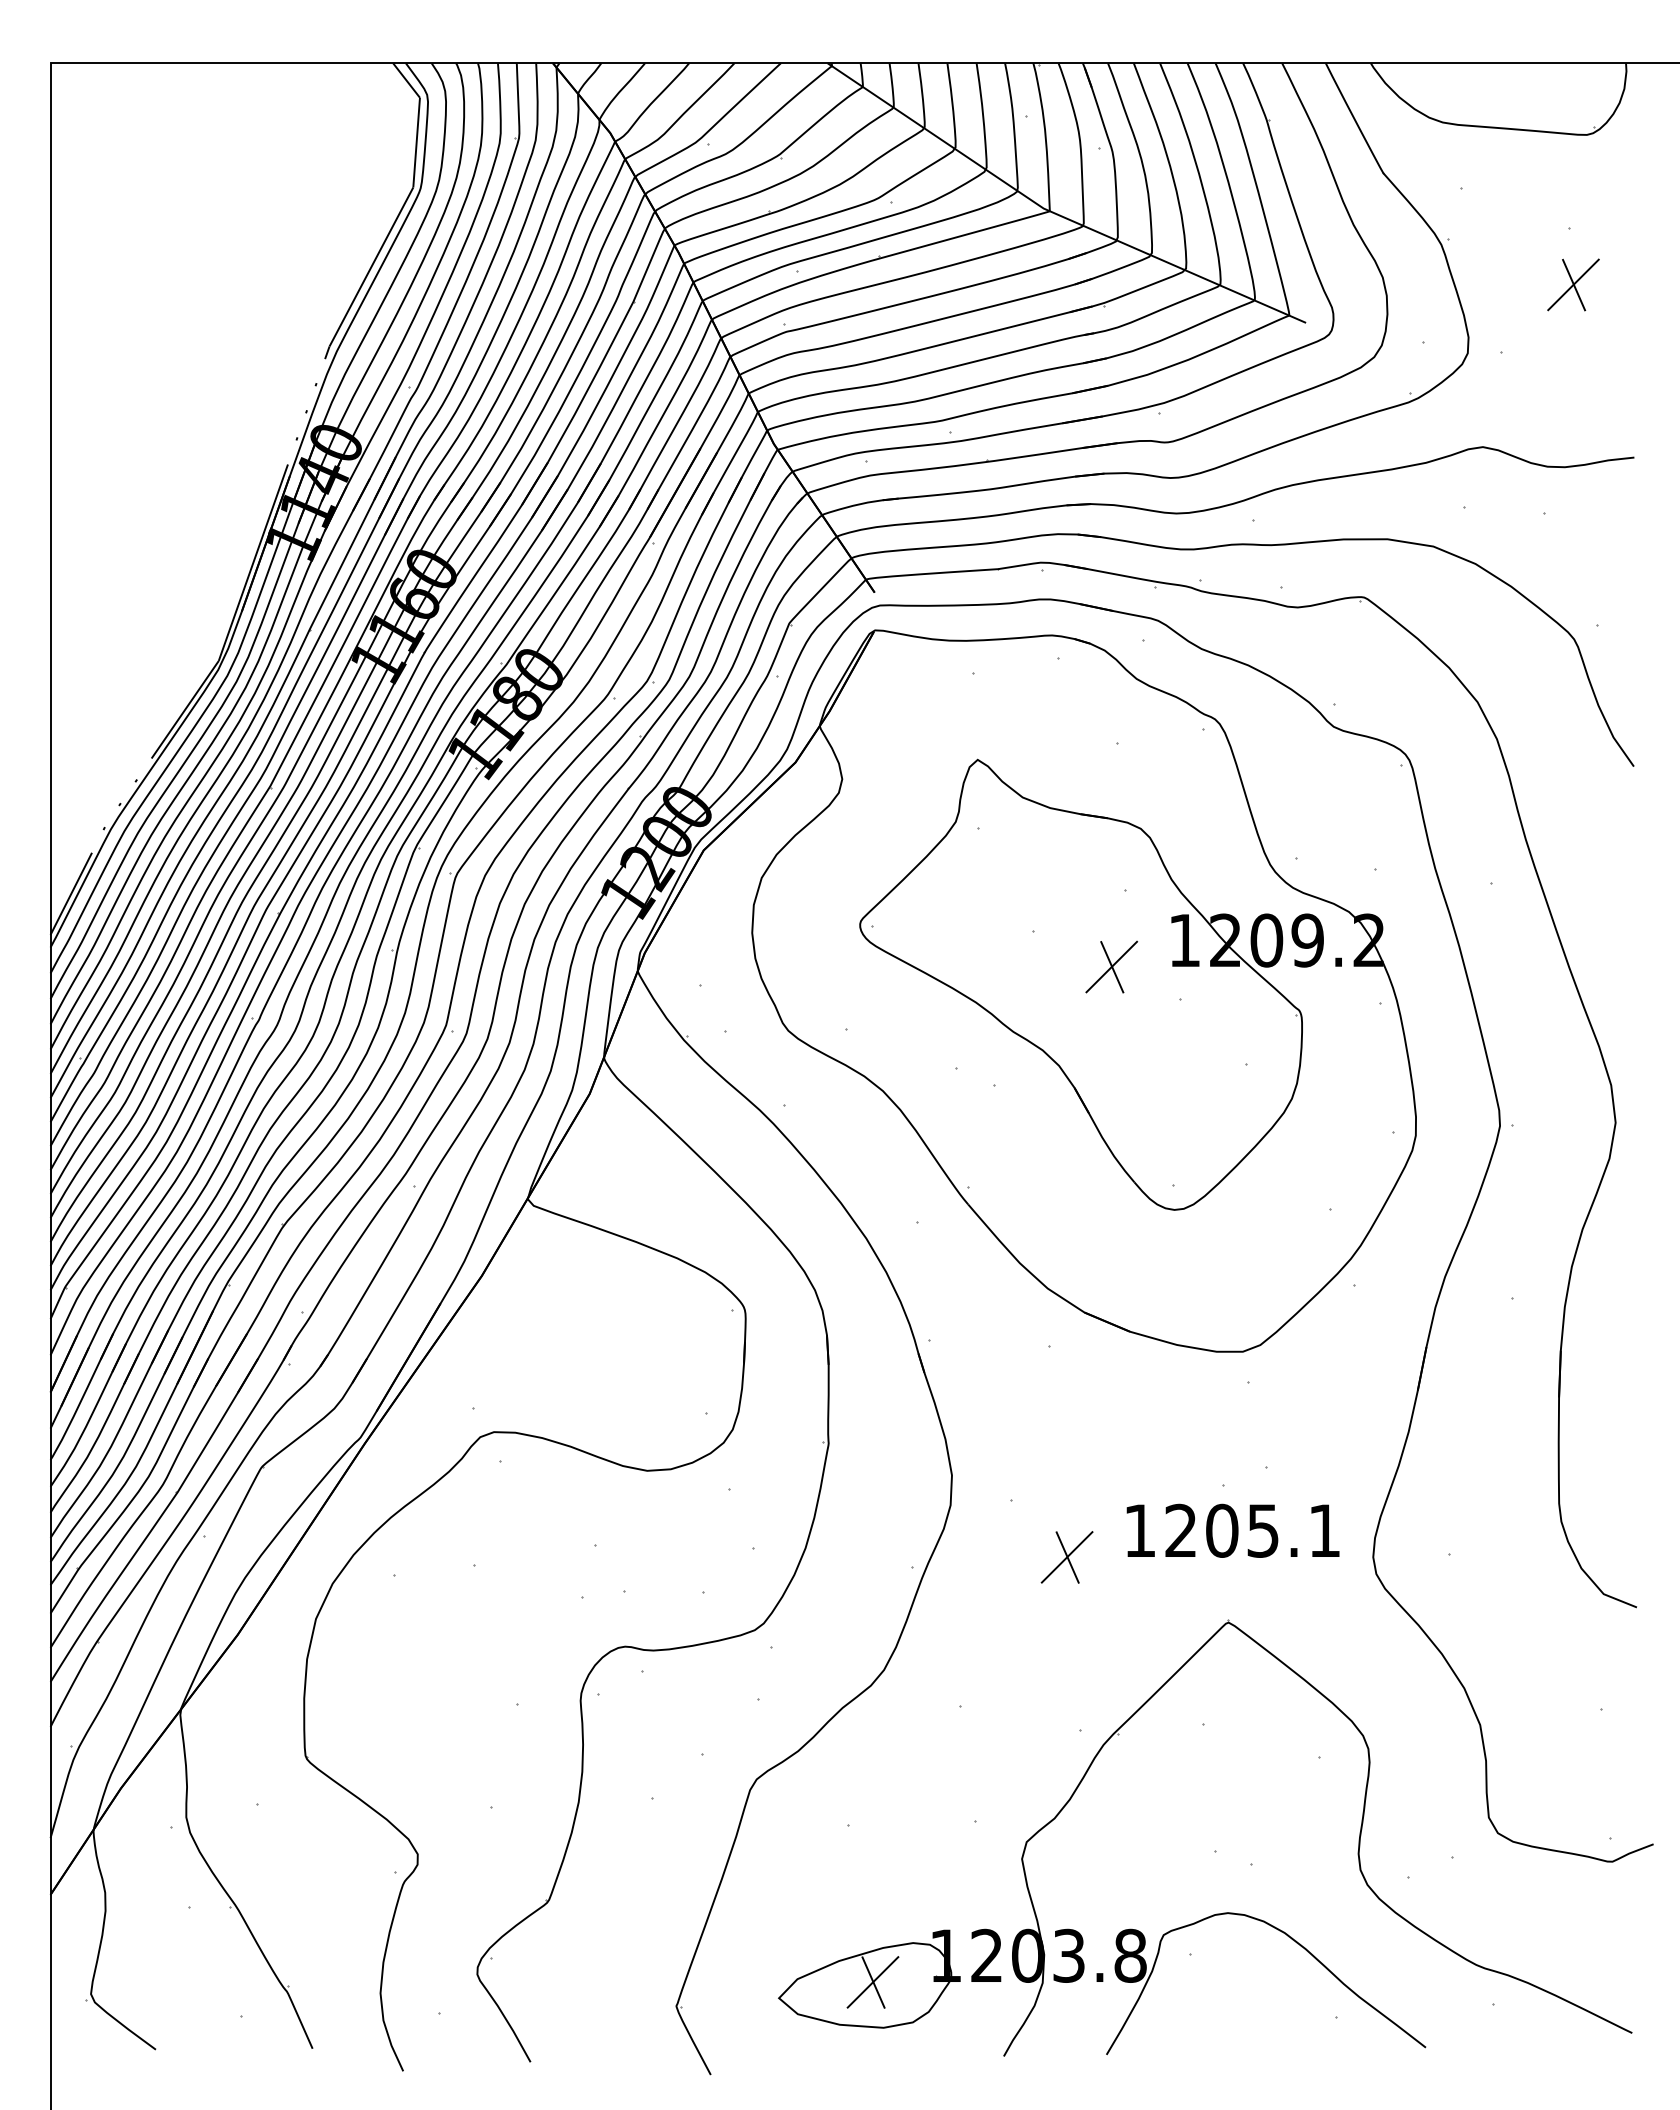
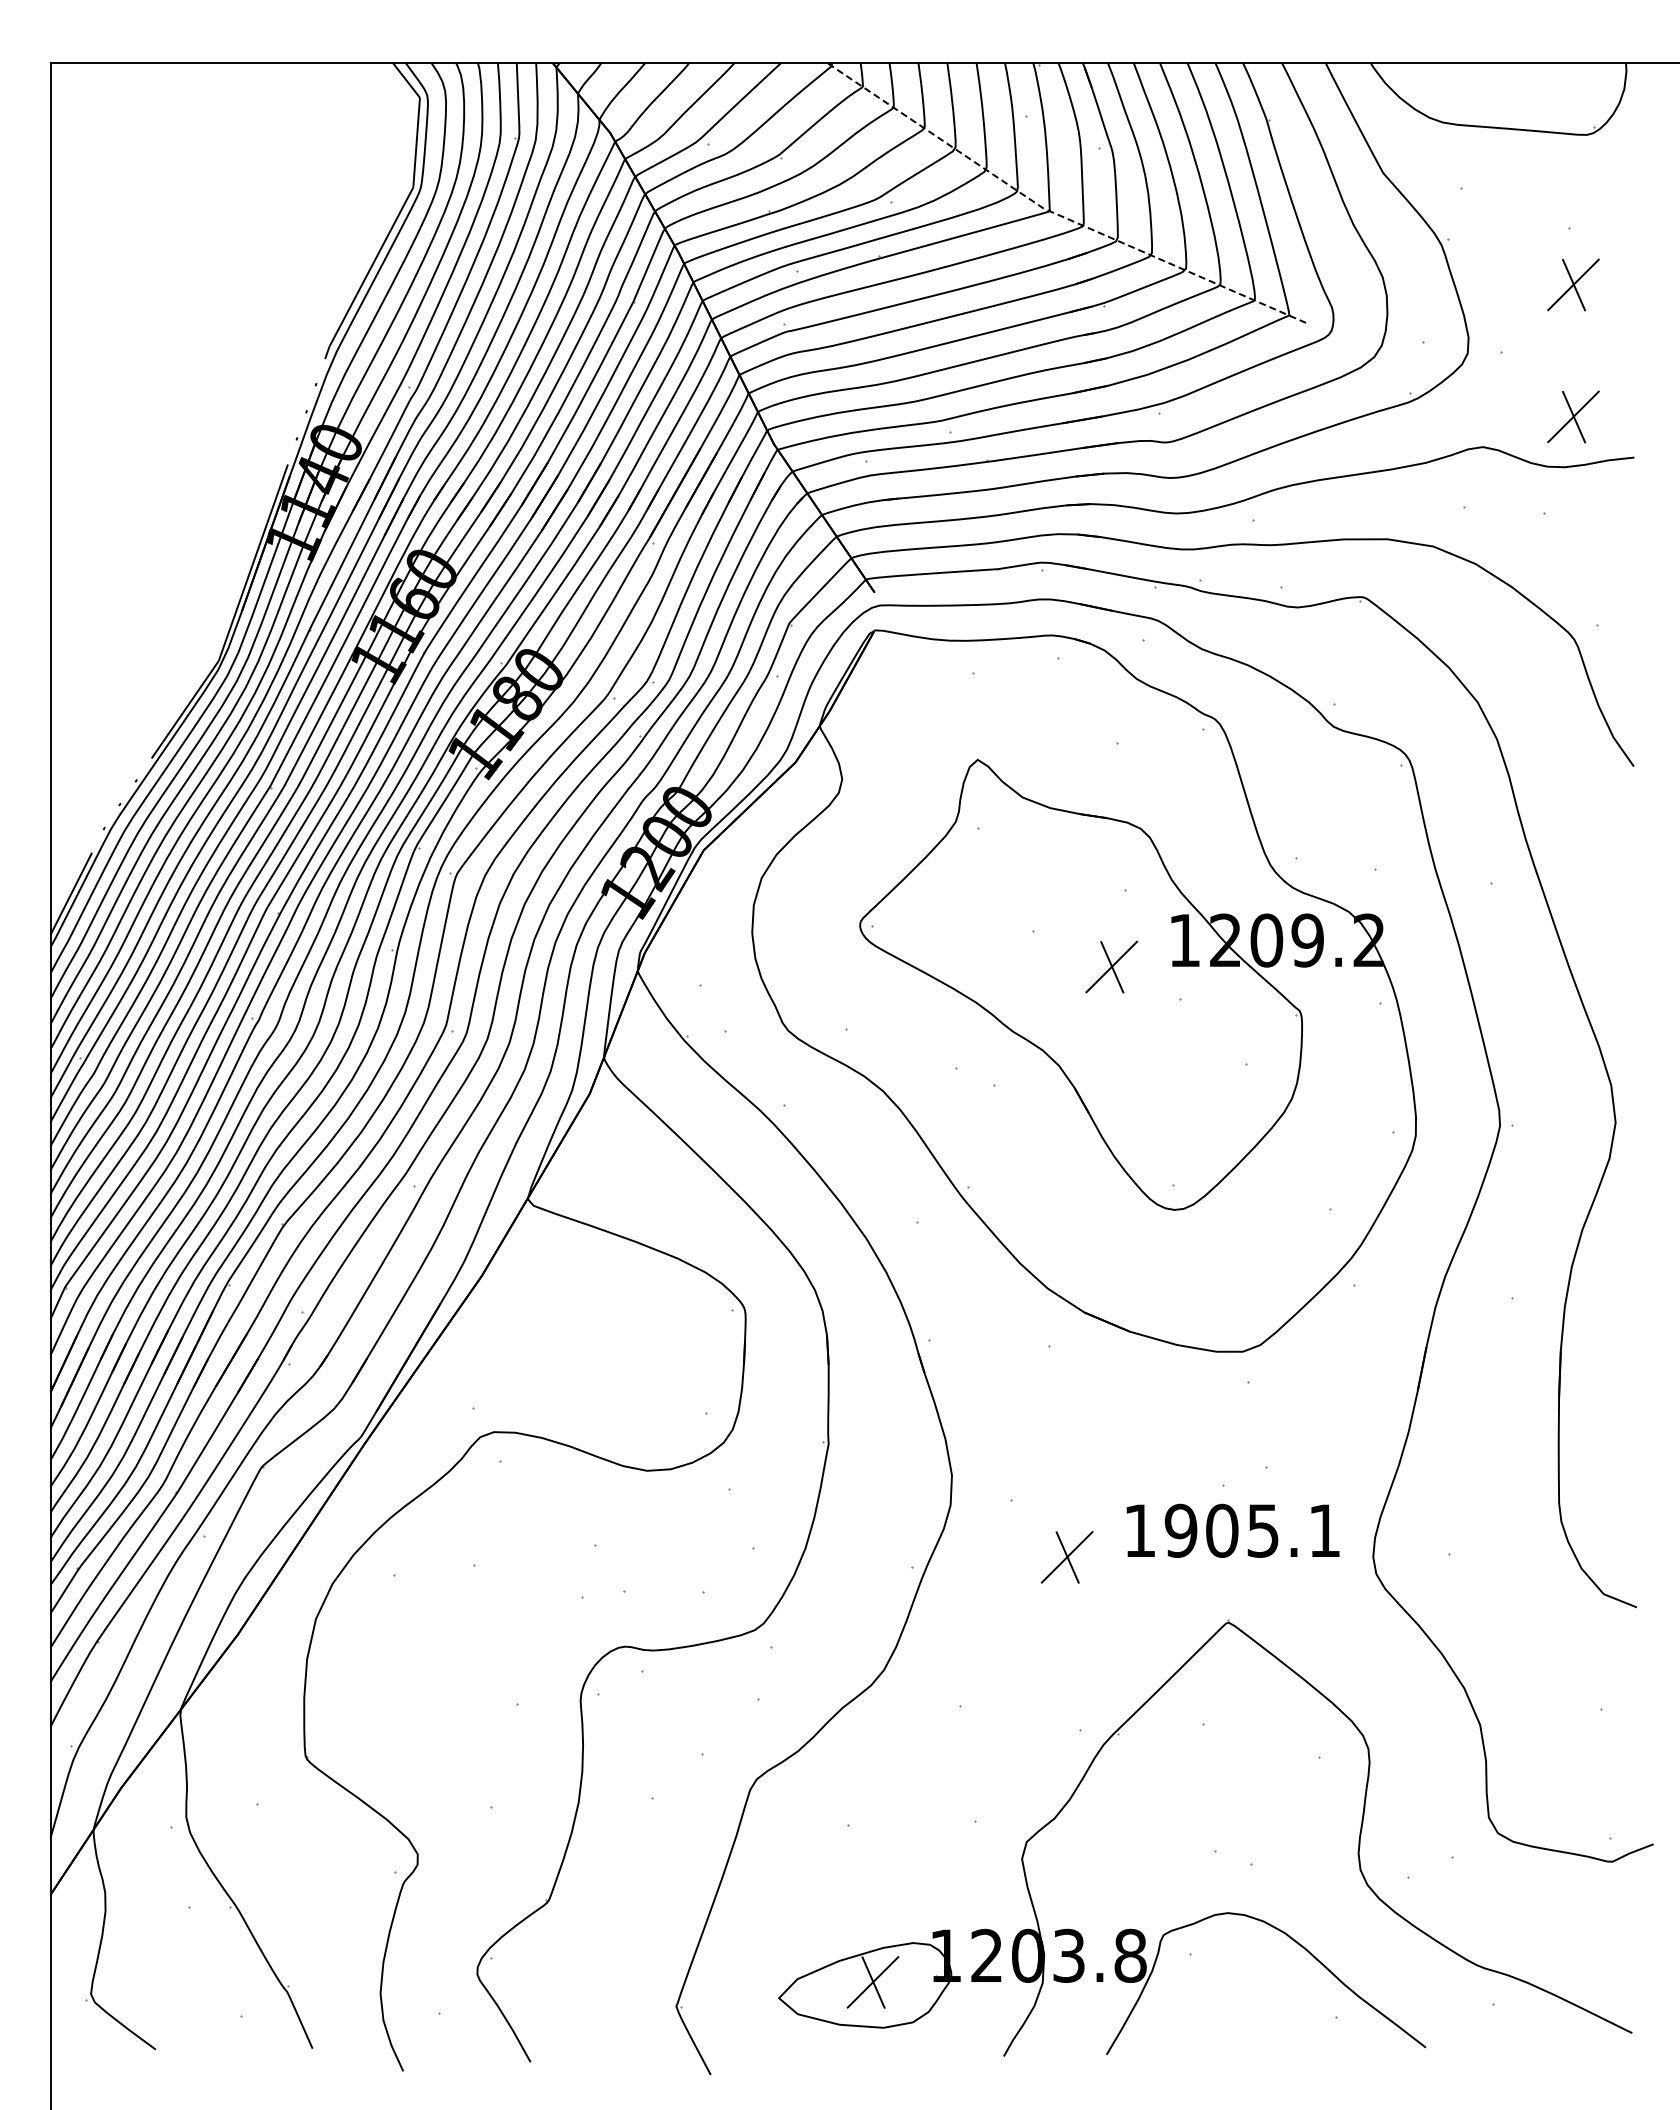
line at (1054, 213): solid -> dashed
part at (1573, 416): none -> present
text at (1180, 1530): 1205.1 -> 1905.1
